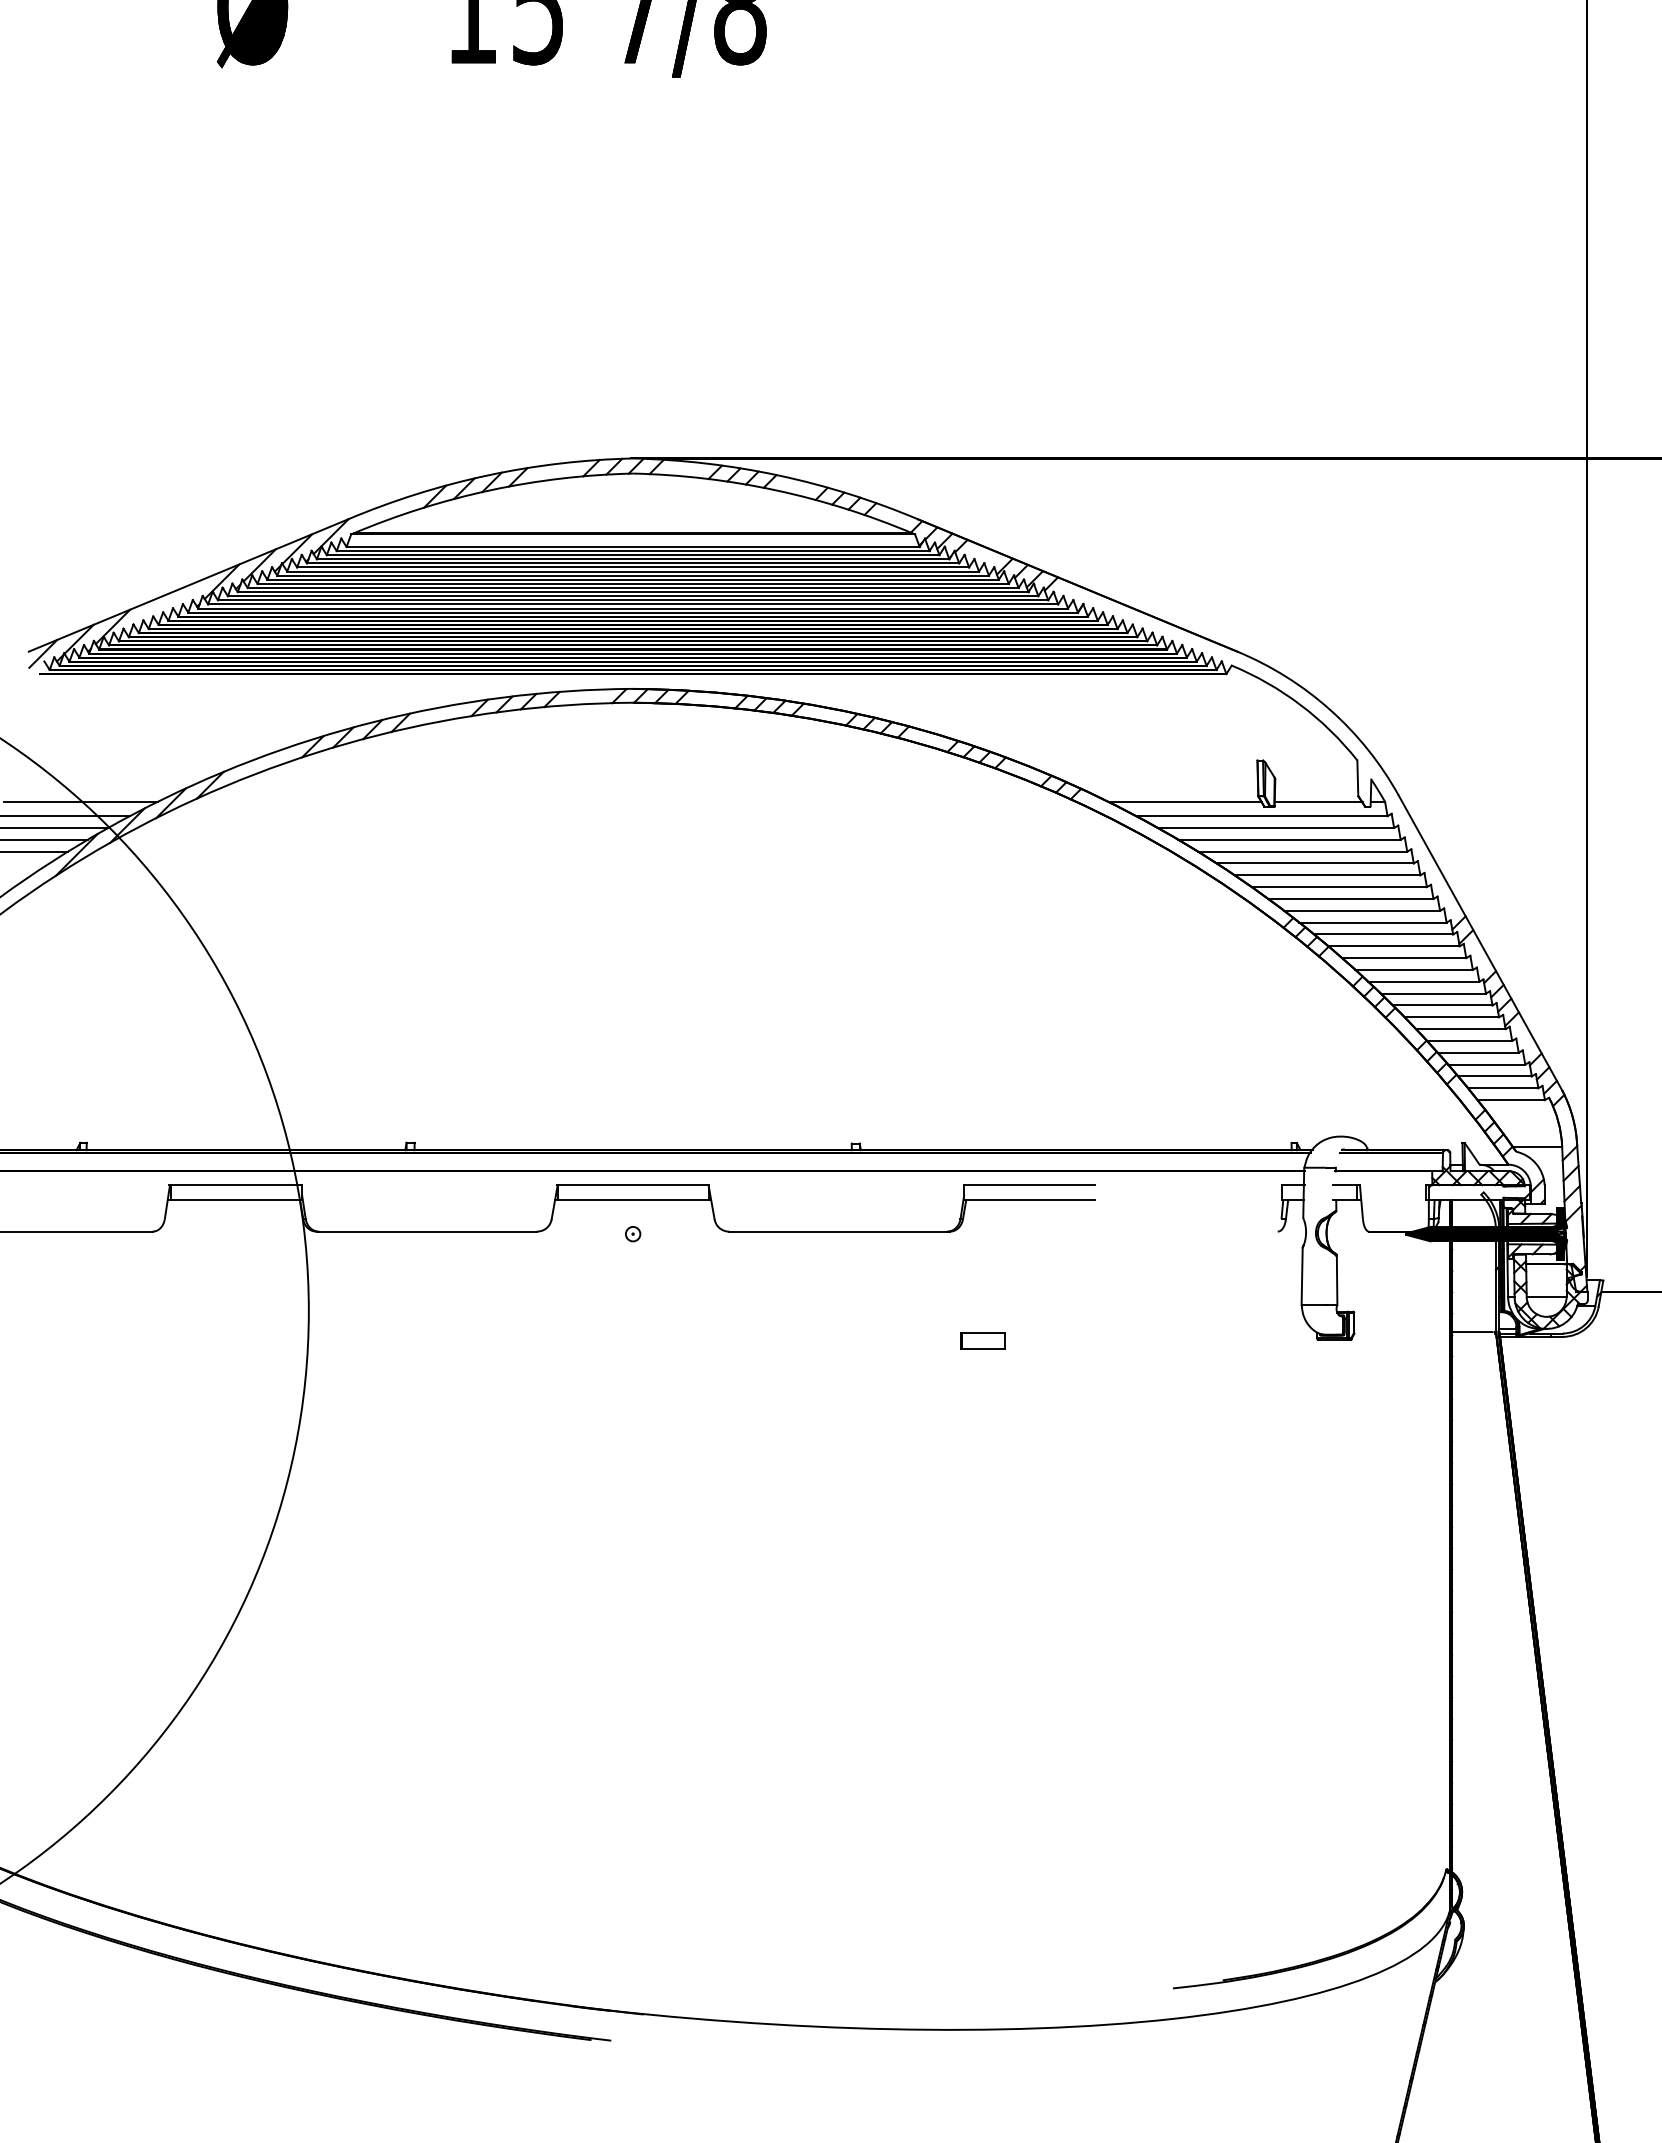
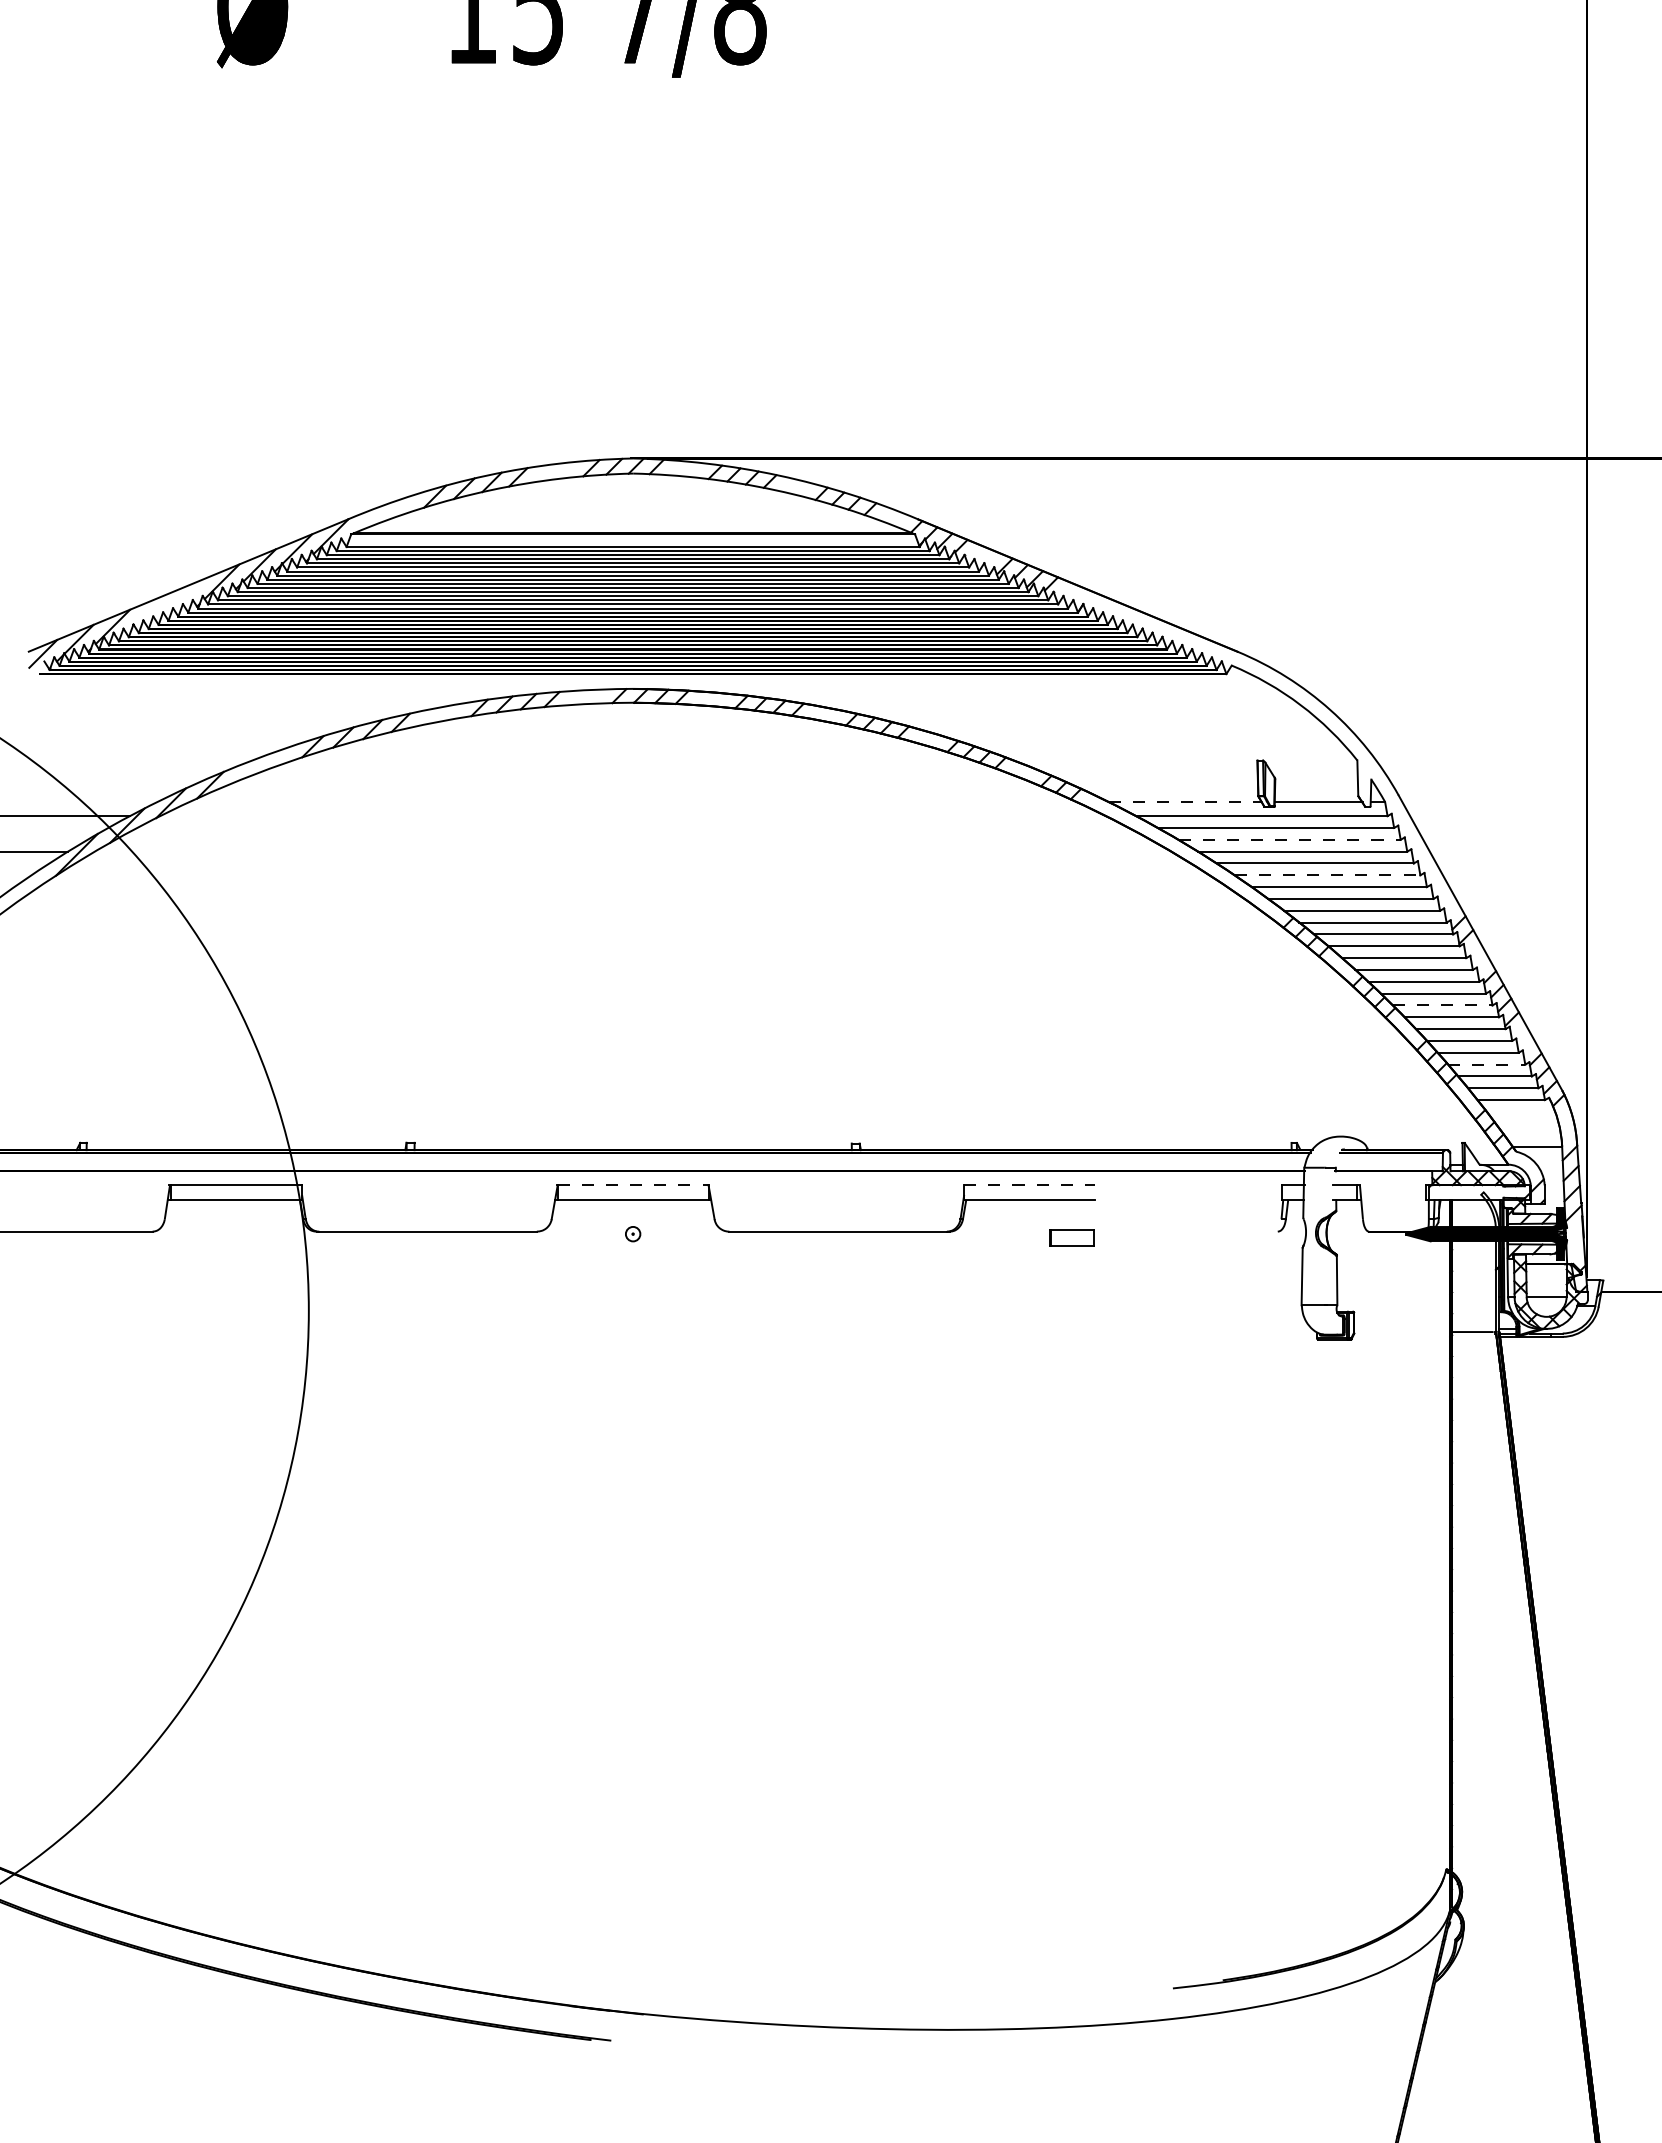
line at (80, 802): present -> none
line at (1185, 802): solid -> dashed
line at (55, 827): present -> none
line at (44, 839): present -> none
line at (1290, 839): solid -> dashed
line at (1327, 875): solid -> dashed
line at (1442, 1005): solid -> dashed
line at (1486, 1064): solid -> dashed
line at (633, 1185): solid -> dashed
line at (1030, 1185): solid -> dashed
part at (982, 1340) position: (982, 1340) -> (1071, 1237)
